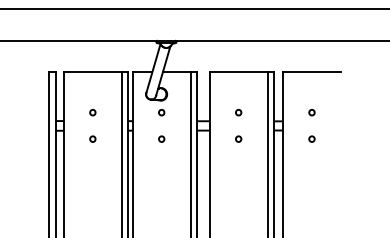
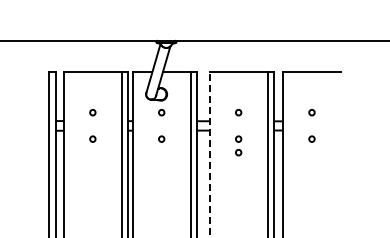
line at (194, 9): present -> none
part at (238, 152): none -> present
line at (209, 154): solid -> dashed
